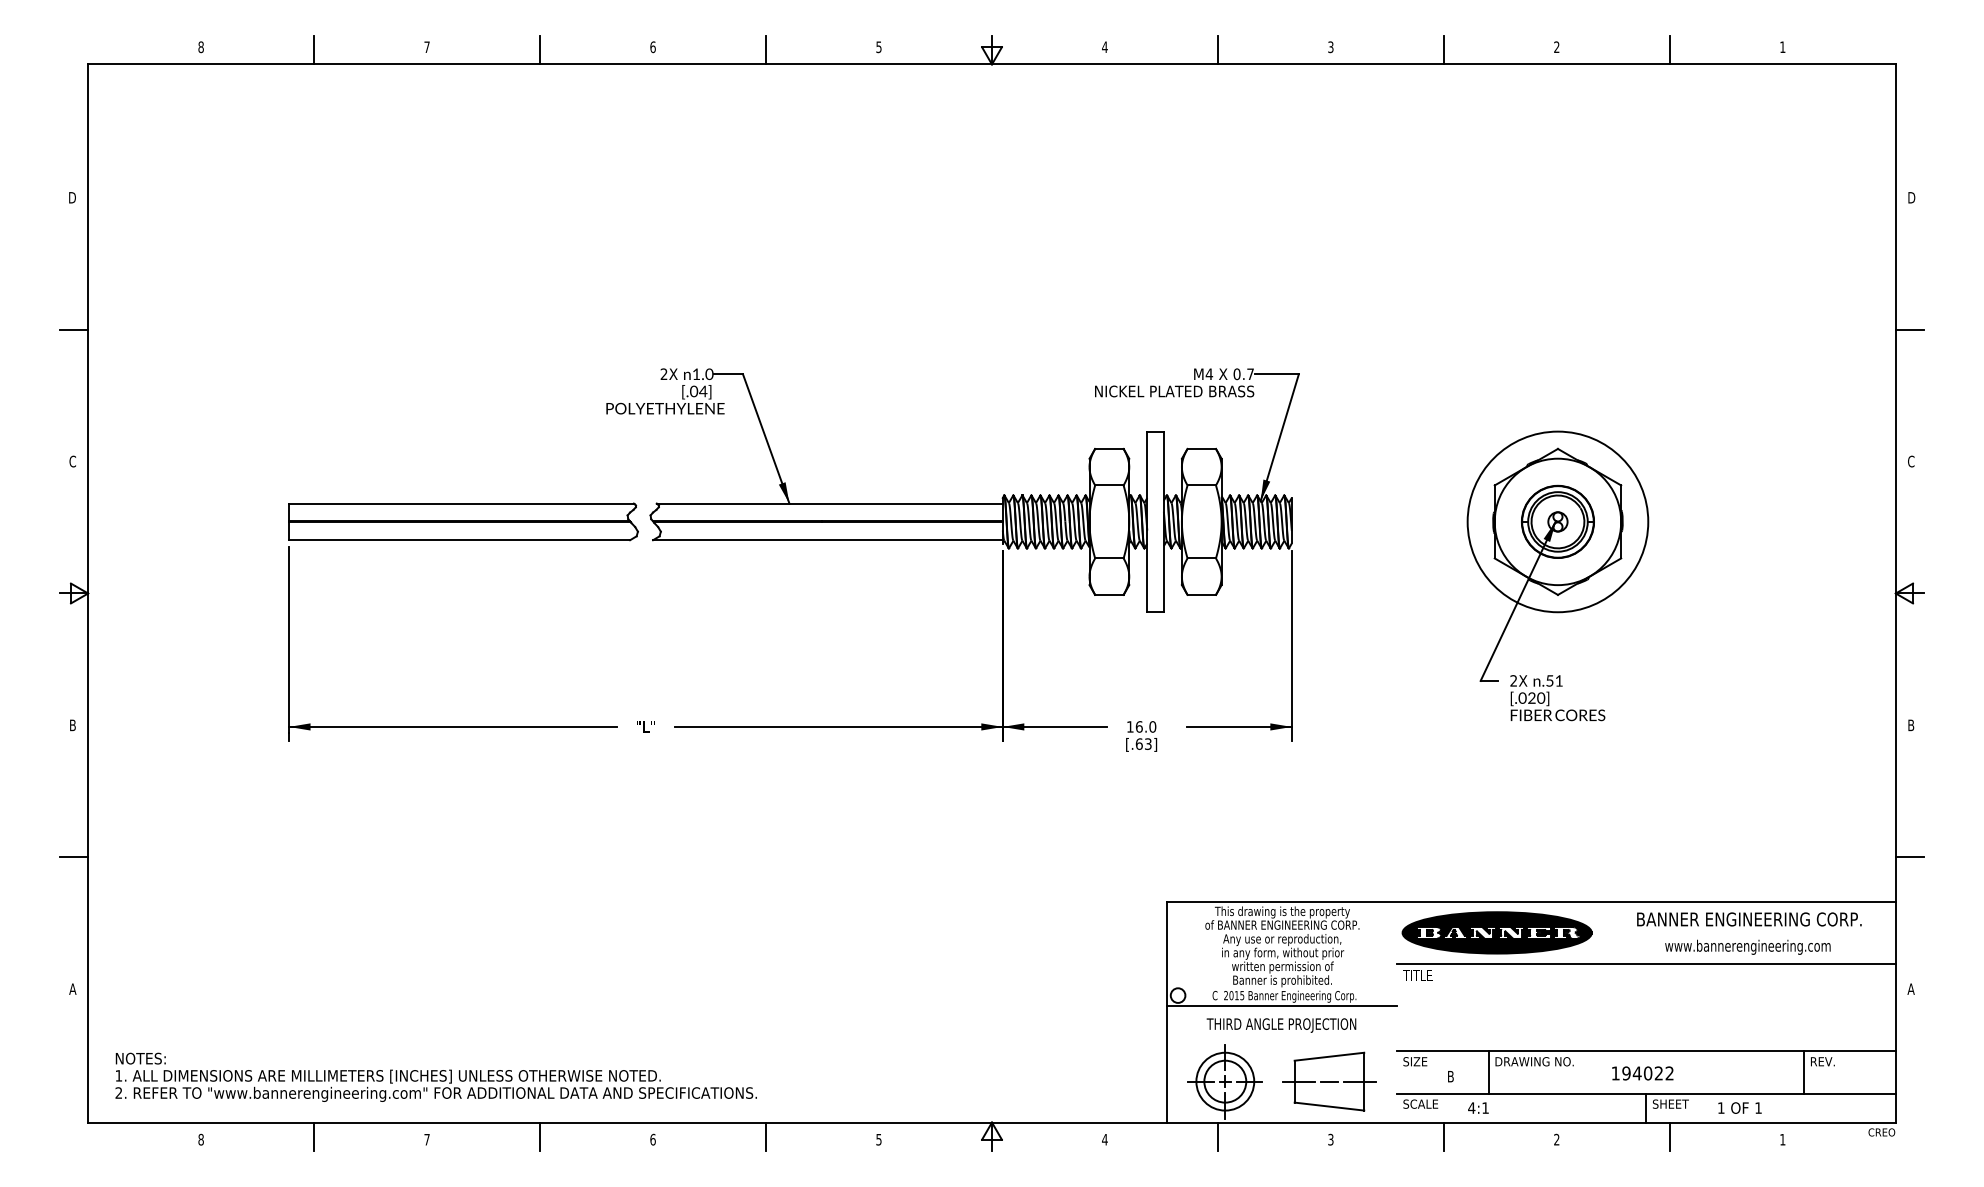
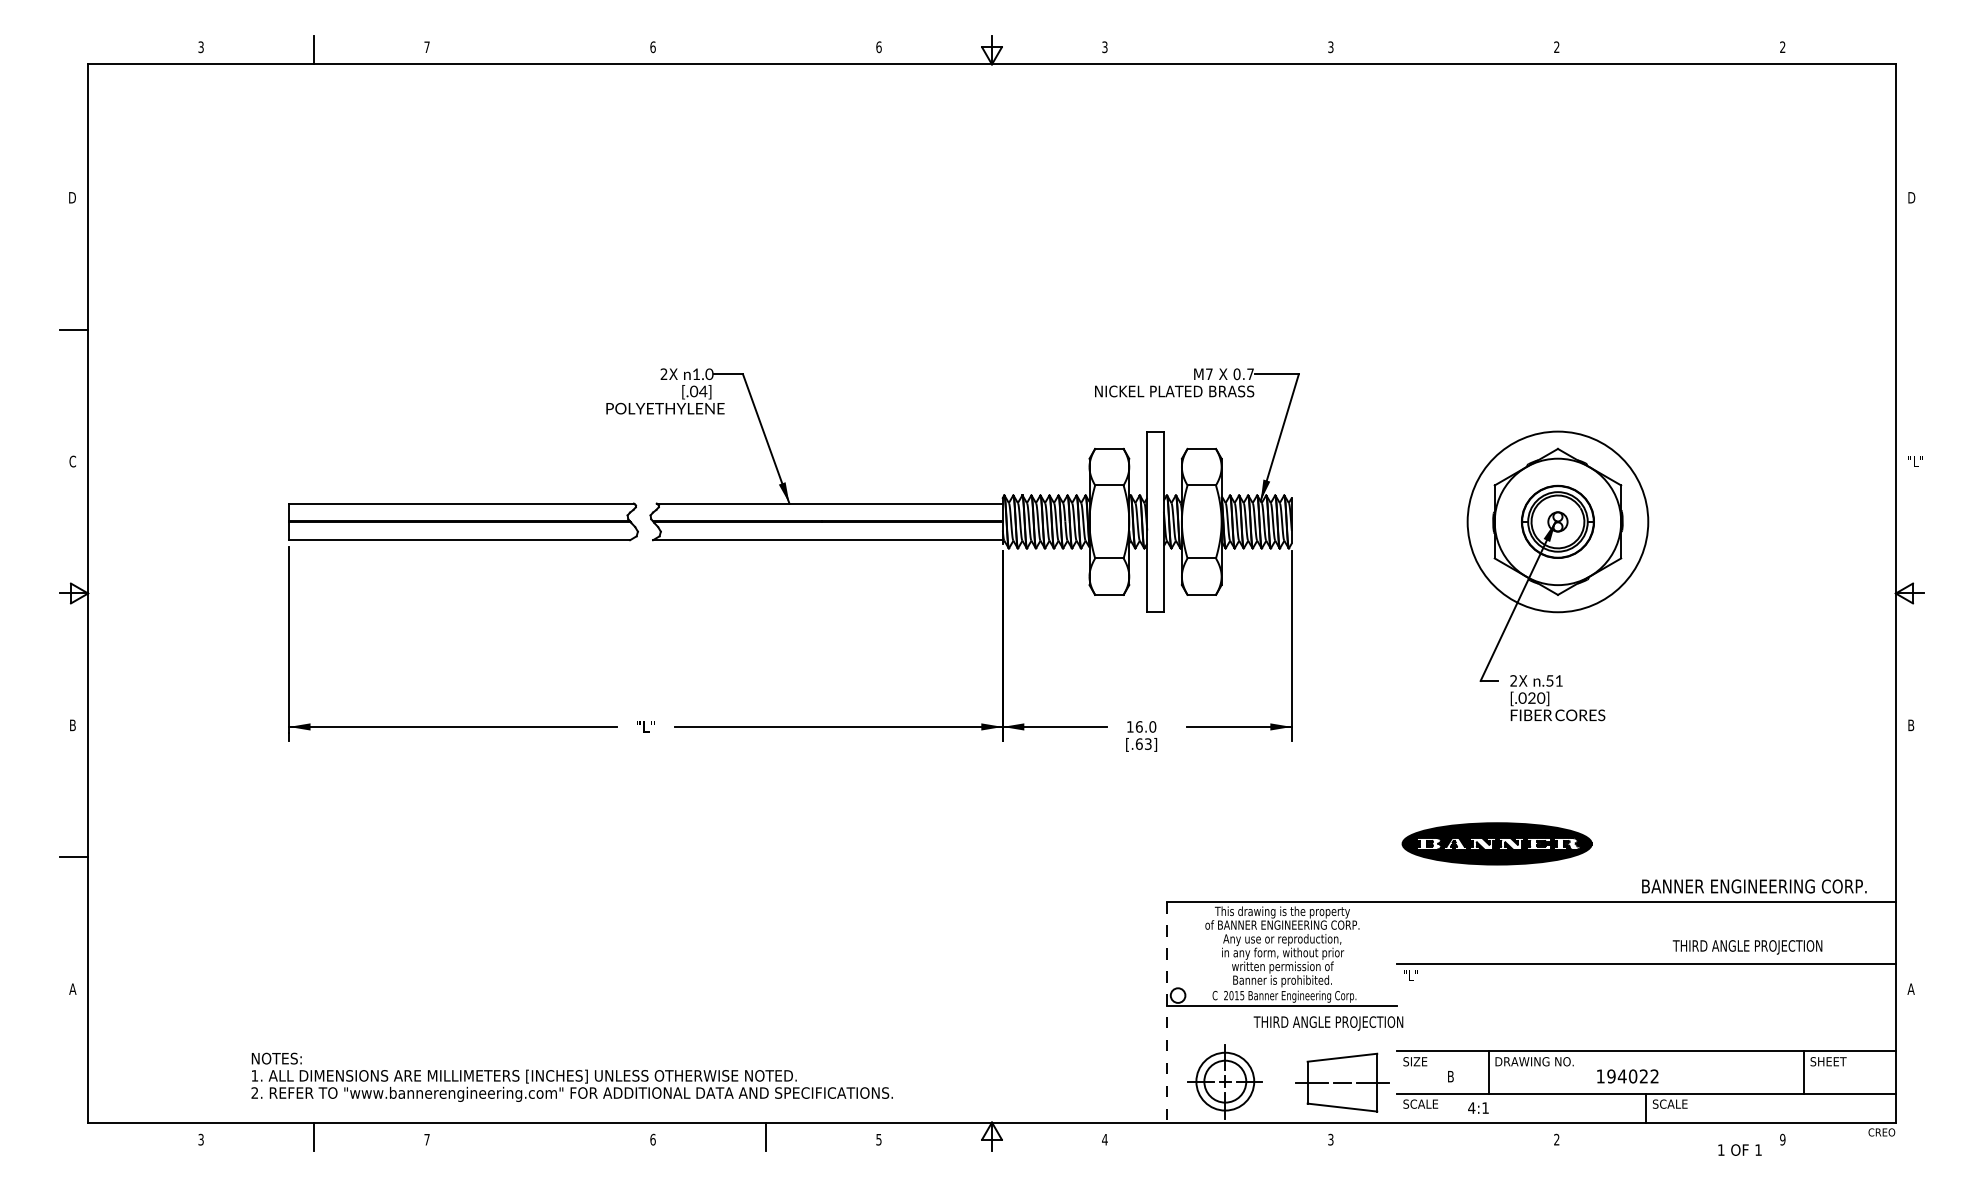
text at (200, 46): 8 -> 3
text at (1782, 46): 1 -> 2
text at (878, 47): 5 -> 6
text at (1104, 47): 4 -> 3
line at (540, 49): present -> none
line at (766, 49): present -> none
line at (1217, 49): present -> none
line at (1443, 49): present -> none
line at (1669, 49): present -> none
line at (1909, 329): present -> none
text at (1209, 373): M4 -> M7
text at (1915, 461): C -> "L"
line at (1909, 857): present -> none
text at (1749, 919) position: (1749, 919) -> (1754, 886)
part at (1496, 932) position: (1496, 932) -> (1496, 843)
text at (1747, 946): www.bannerengineering.com -> THIRD ANGLE PROJECTION
text at (1417, 975): TITLE -> "L"
line at (1167, 1012): solid -> dashed
text at (1281, 1025) position: (1281, 1025) -> (1328, 1023)
text at (1828, 1061): REV. -> SHEET
text at (1642, 1073) position: (1642, 1073) -> (1627, 1076)
text at (435, 1076) position: (435, 1076) -> (571, 1076)
part at (1329, 1081) position: (1329, 1081) -> (1342, 1082)
text at (1674, 1103): SHEET -> SCALE
text at (1739, 1107) position: (1739, 1107) -> (1739, 1149)
line at (540, 1136): present -> none
line at (1217, 1136): present -> none
line at (1443, 1136): present -> none
line at (1669, 1136): present -> none
text at (200, 1139): 8 -> 3
text at (1782, 1139): 1 -> 9
